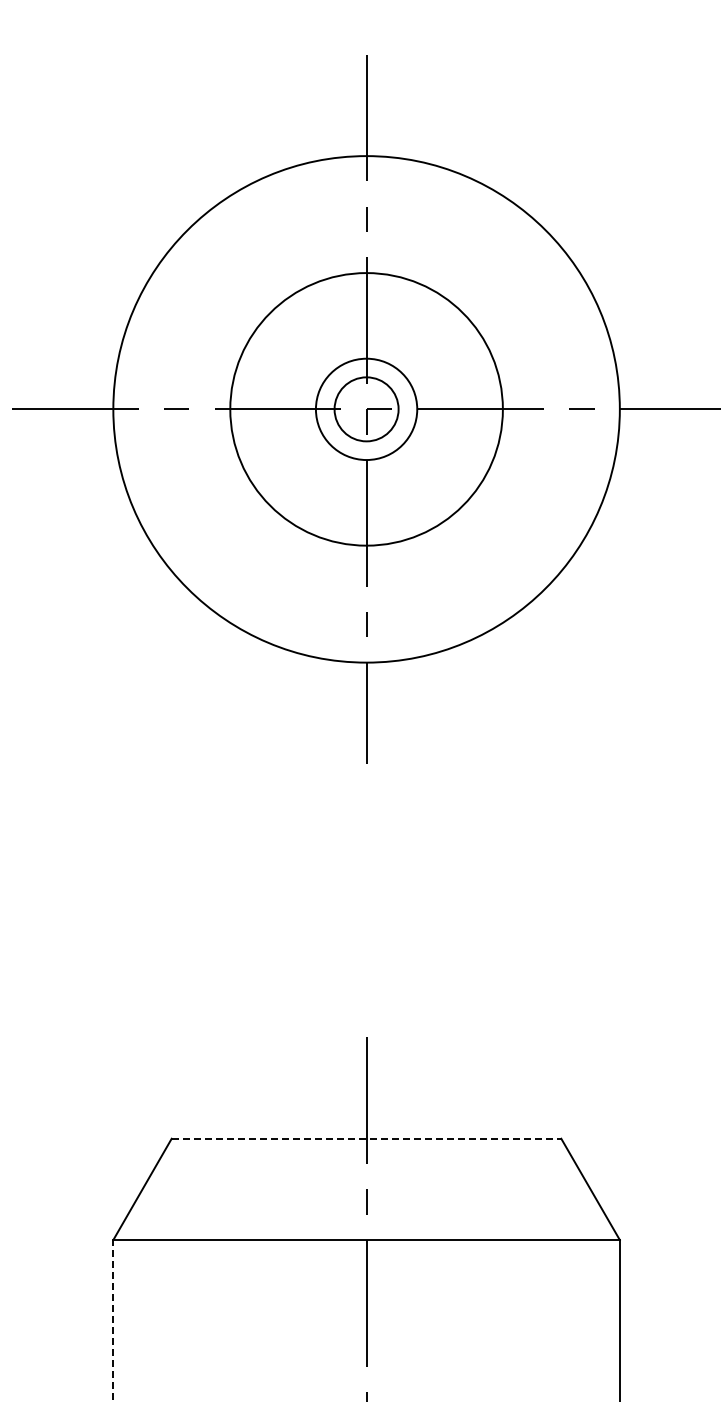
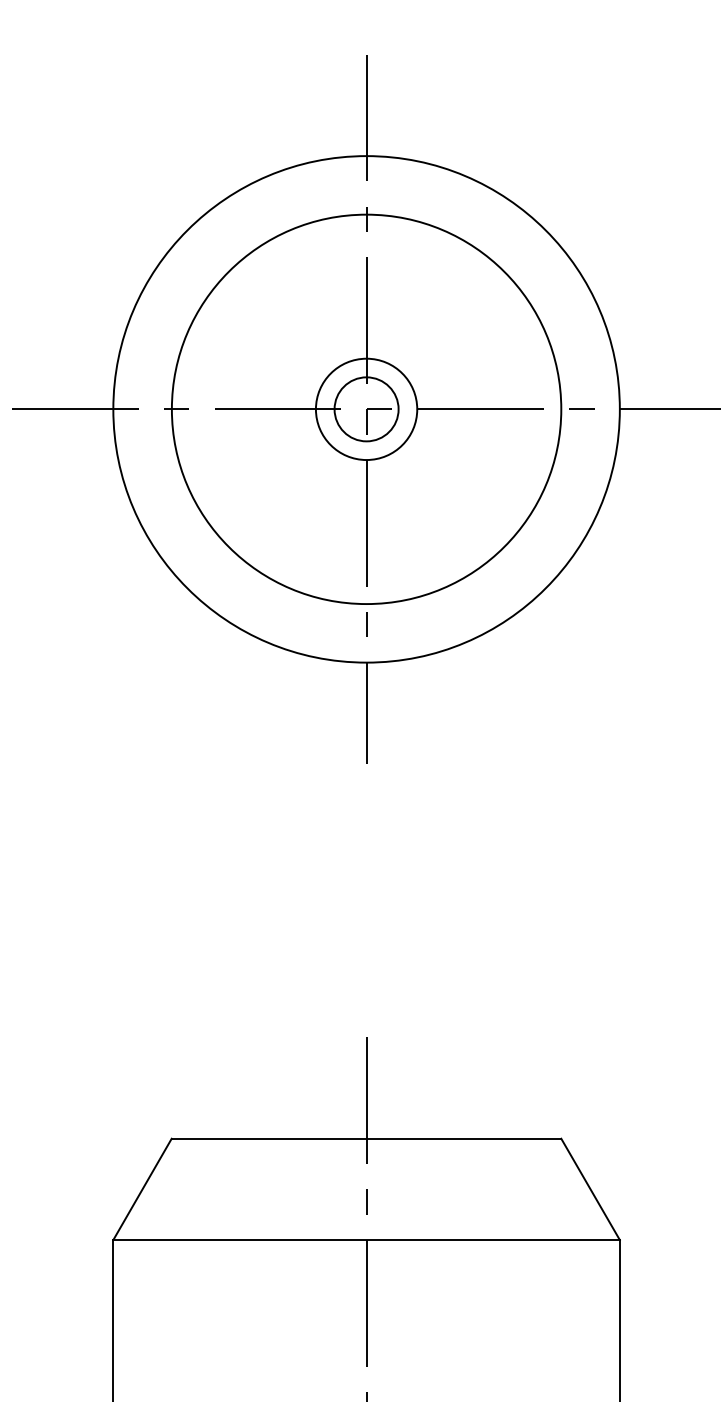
circle at (366, 409) diameter: 273 px -> 389 px
line at (366, 1138): dashed -> solid
line at (113, 1321): dashed -> solid
